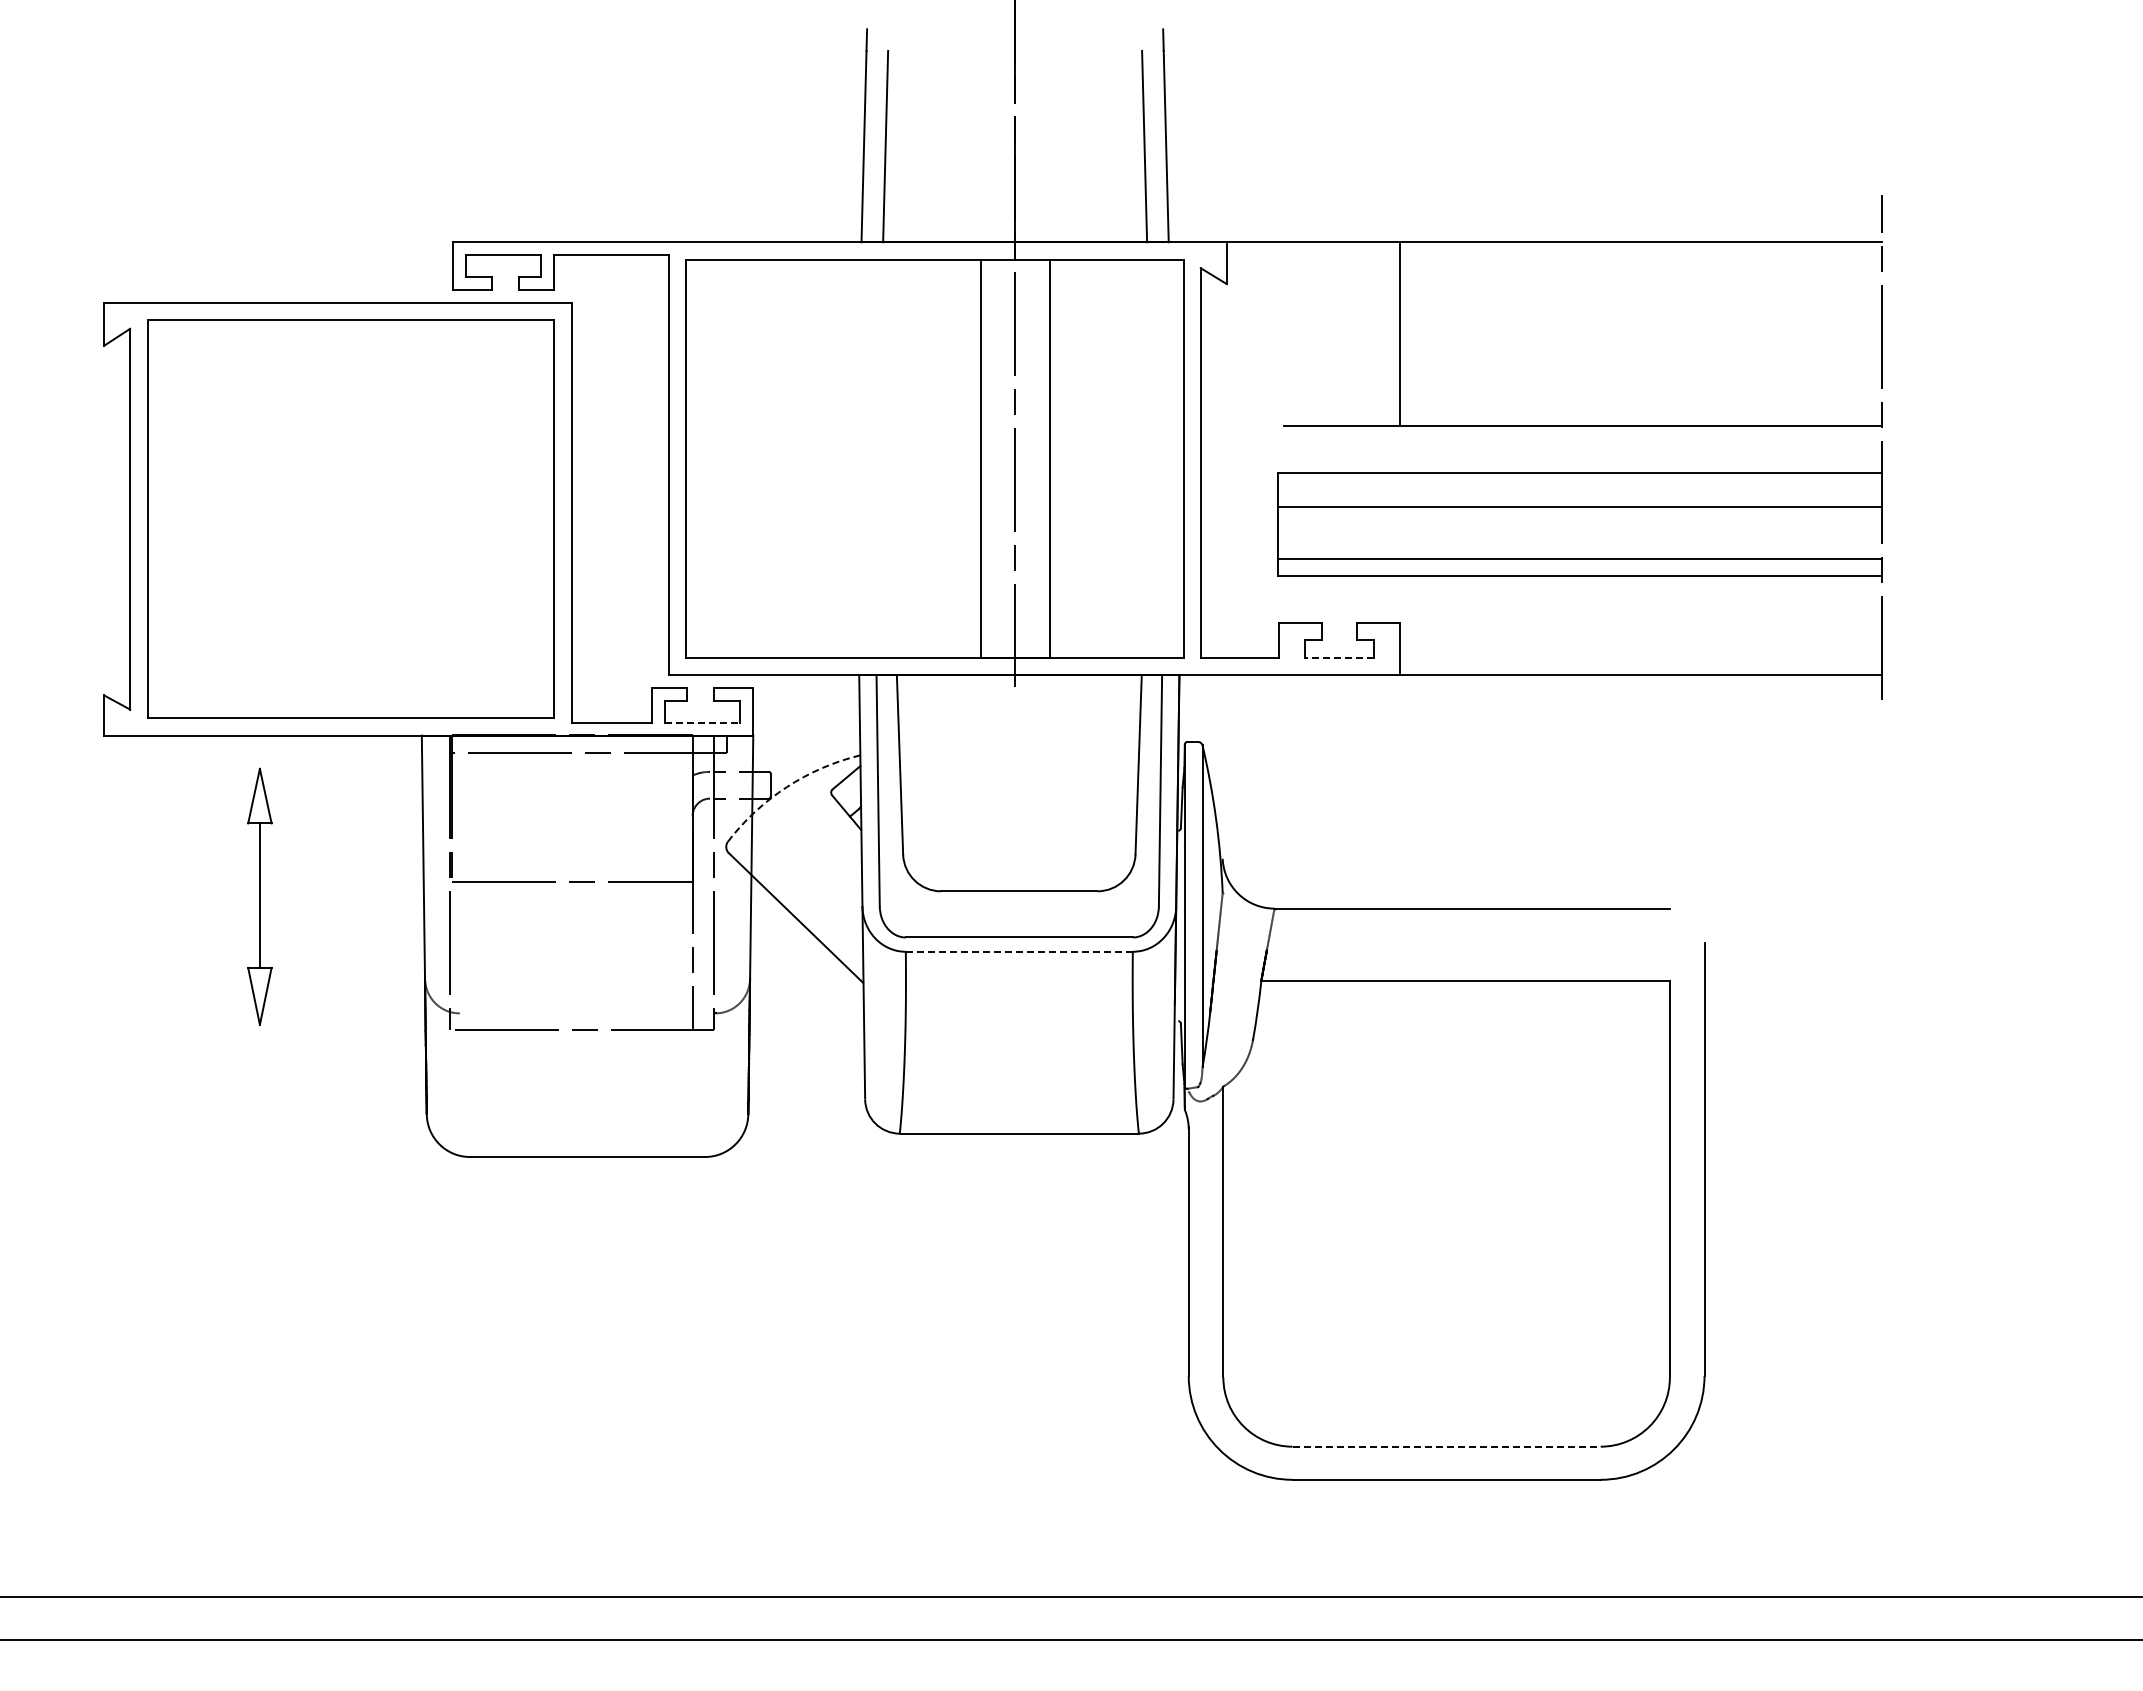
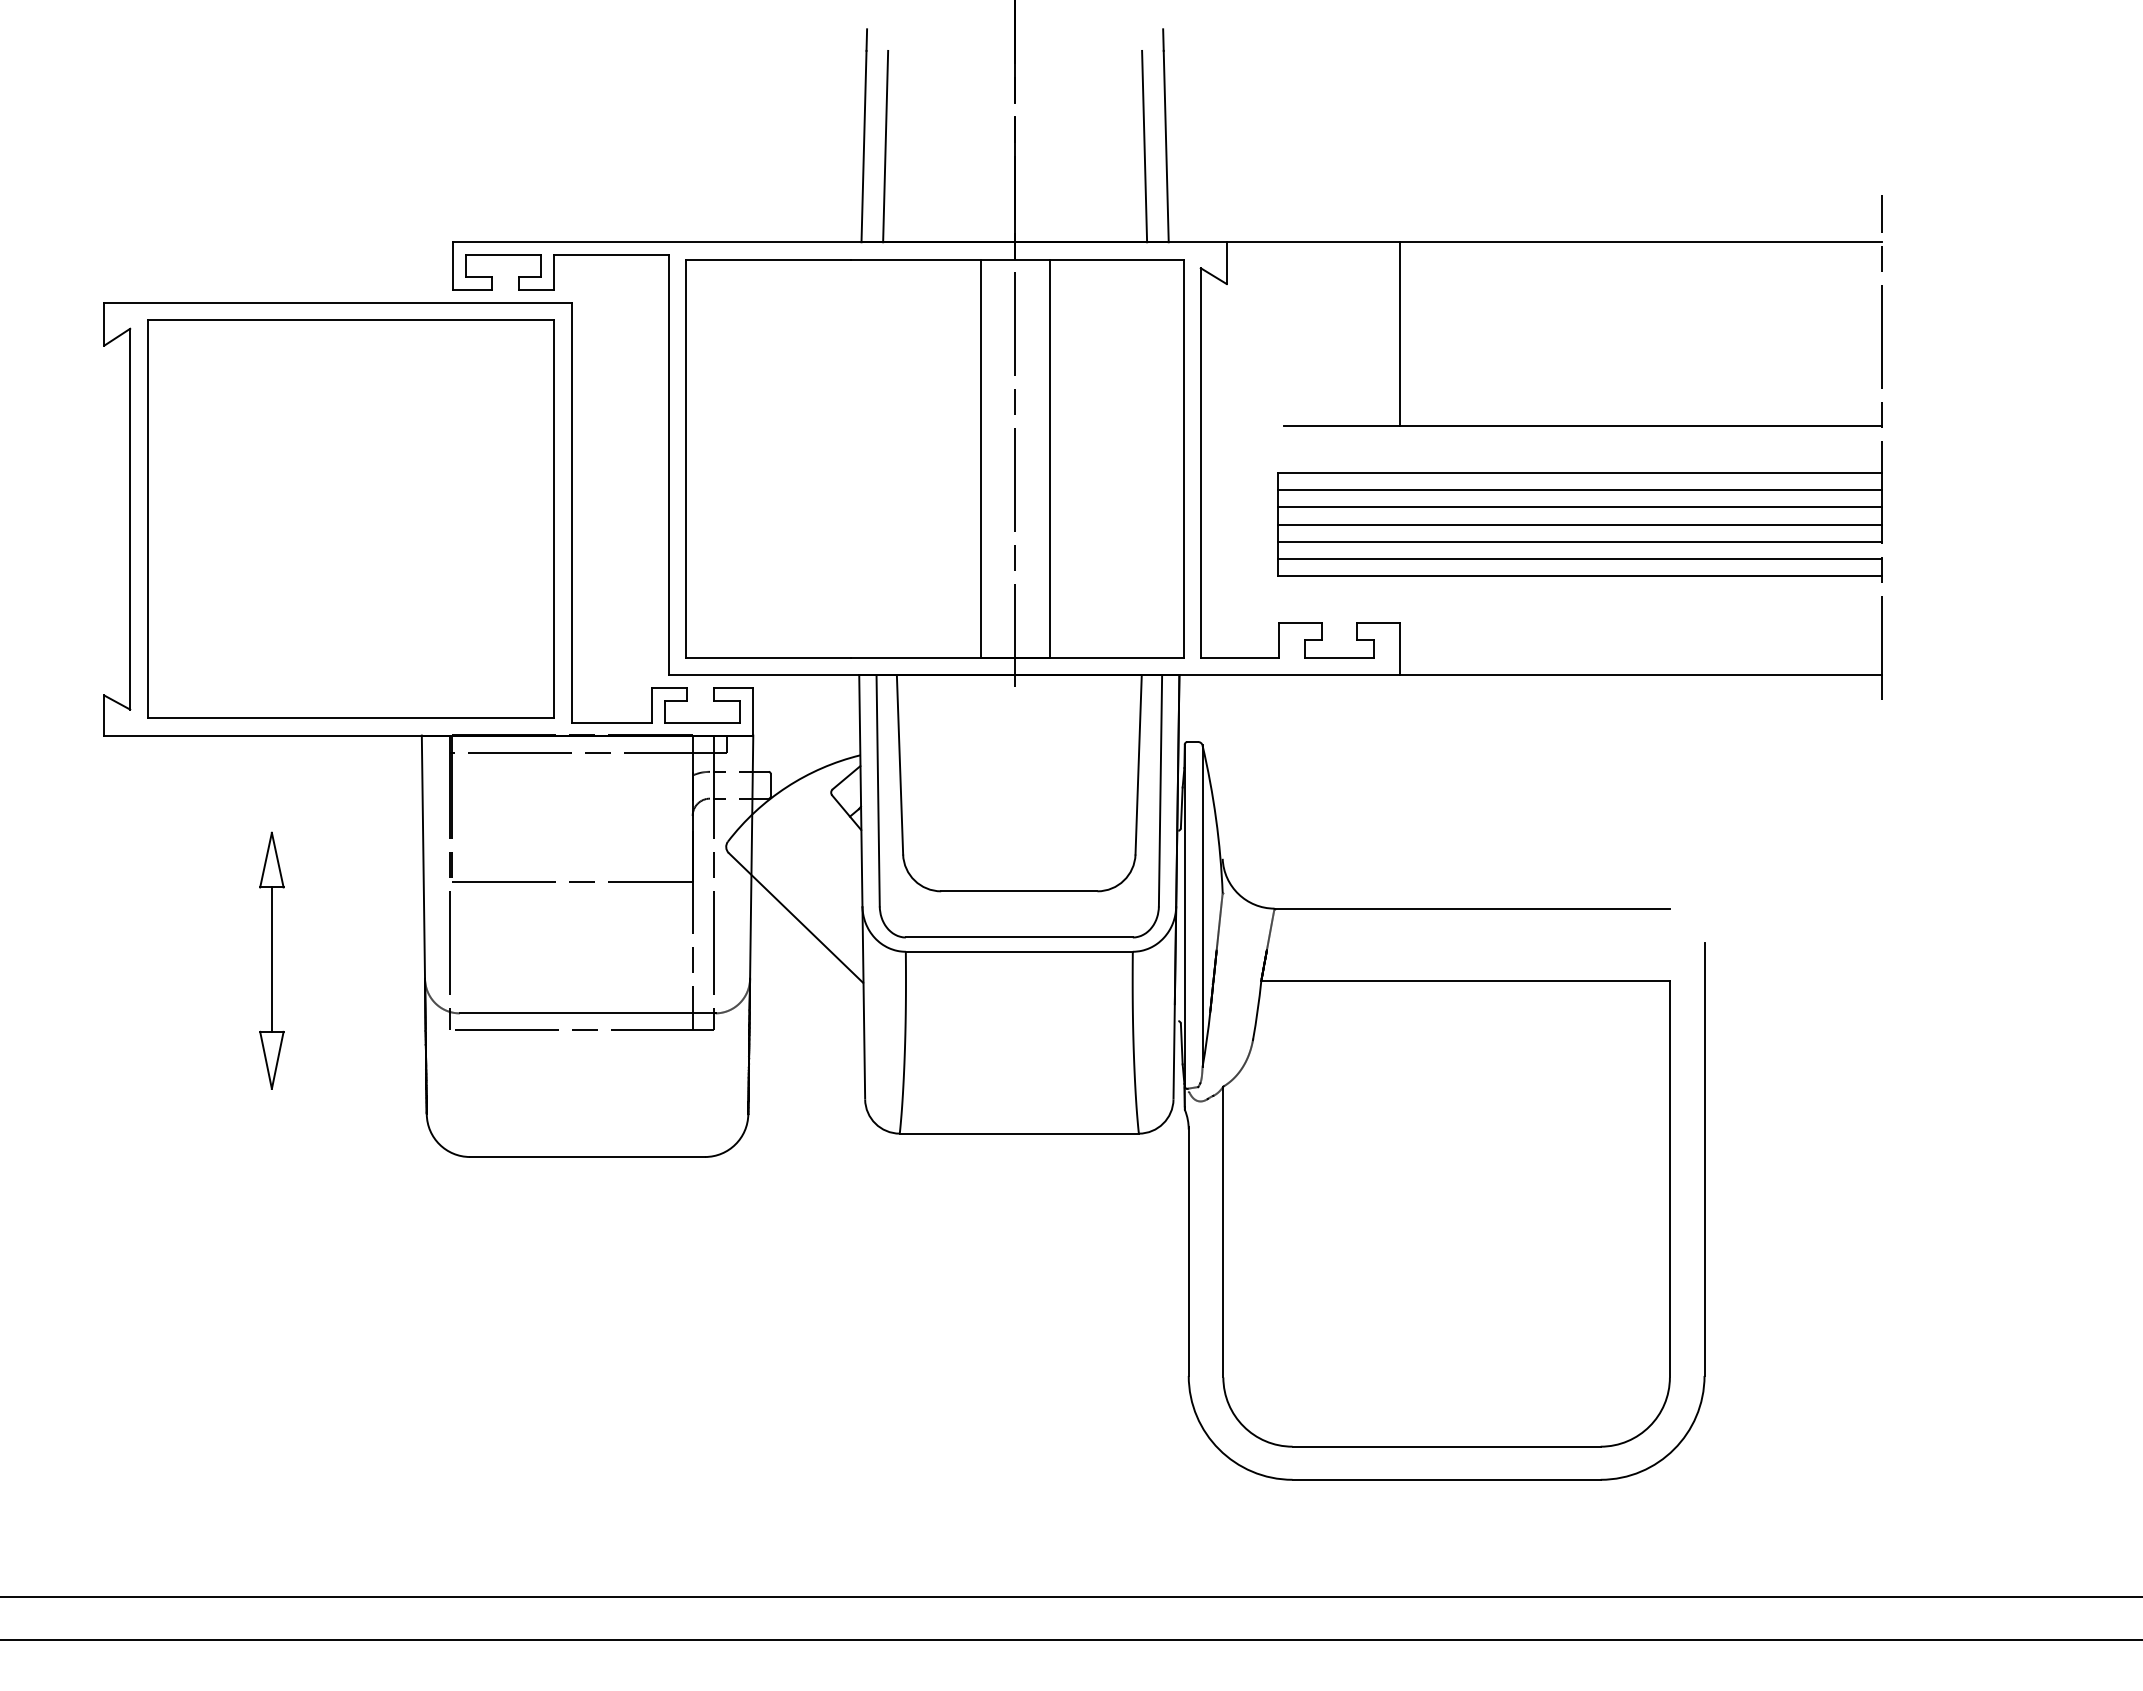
line at (1579, 489): none -> present
line at (1579, 524): none -> present
line at (1579, 541): none -> present
line at (1339, 657): dashed -> solid
line at (703, 722): dashed -> solid
arc at (786, 787): dashed -> solid
part at (259, 896) position: (259, 896) -> (271, 960)
line at (1019, 951): dashed -> solid
line at (587, 1013): none -> present
line at (1447, 1446): dashed -> solid
